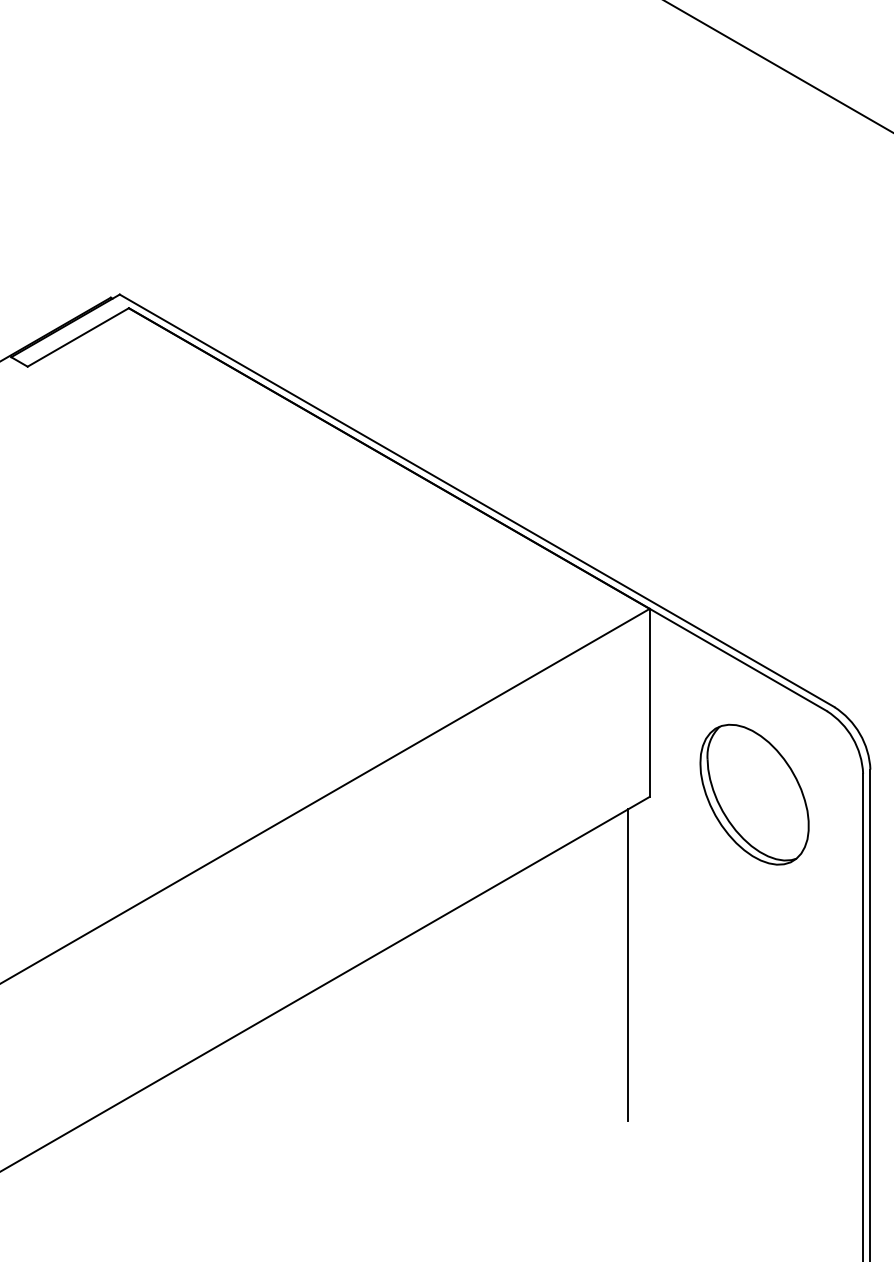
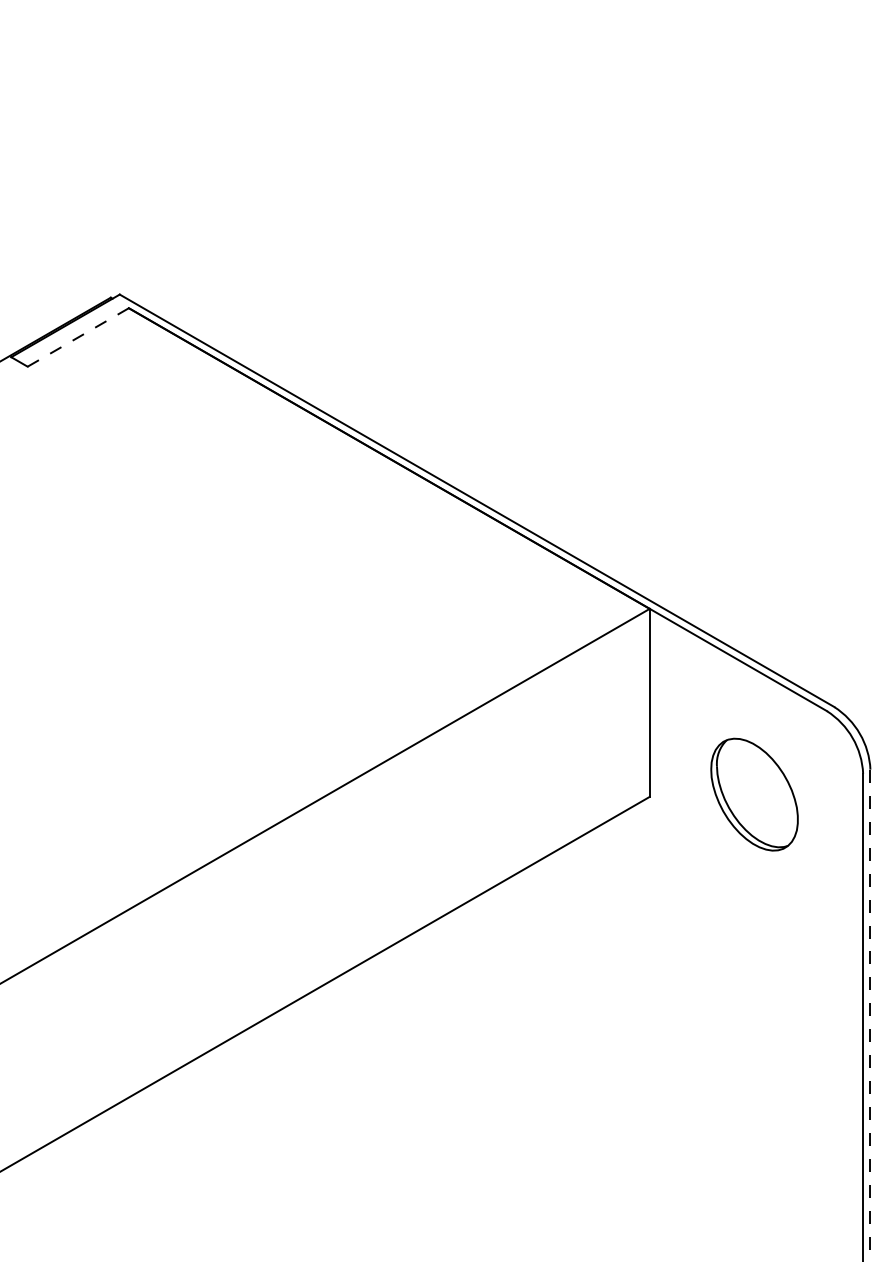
line at (778, 66): present -> none
line at (78, 337): solid -> dashed
part at (754, 794) size: 111x143 px -> 89x115 px
line at (628, 964): present -> none
line at (870, 1015): solid -> dashed
